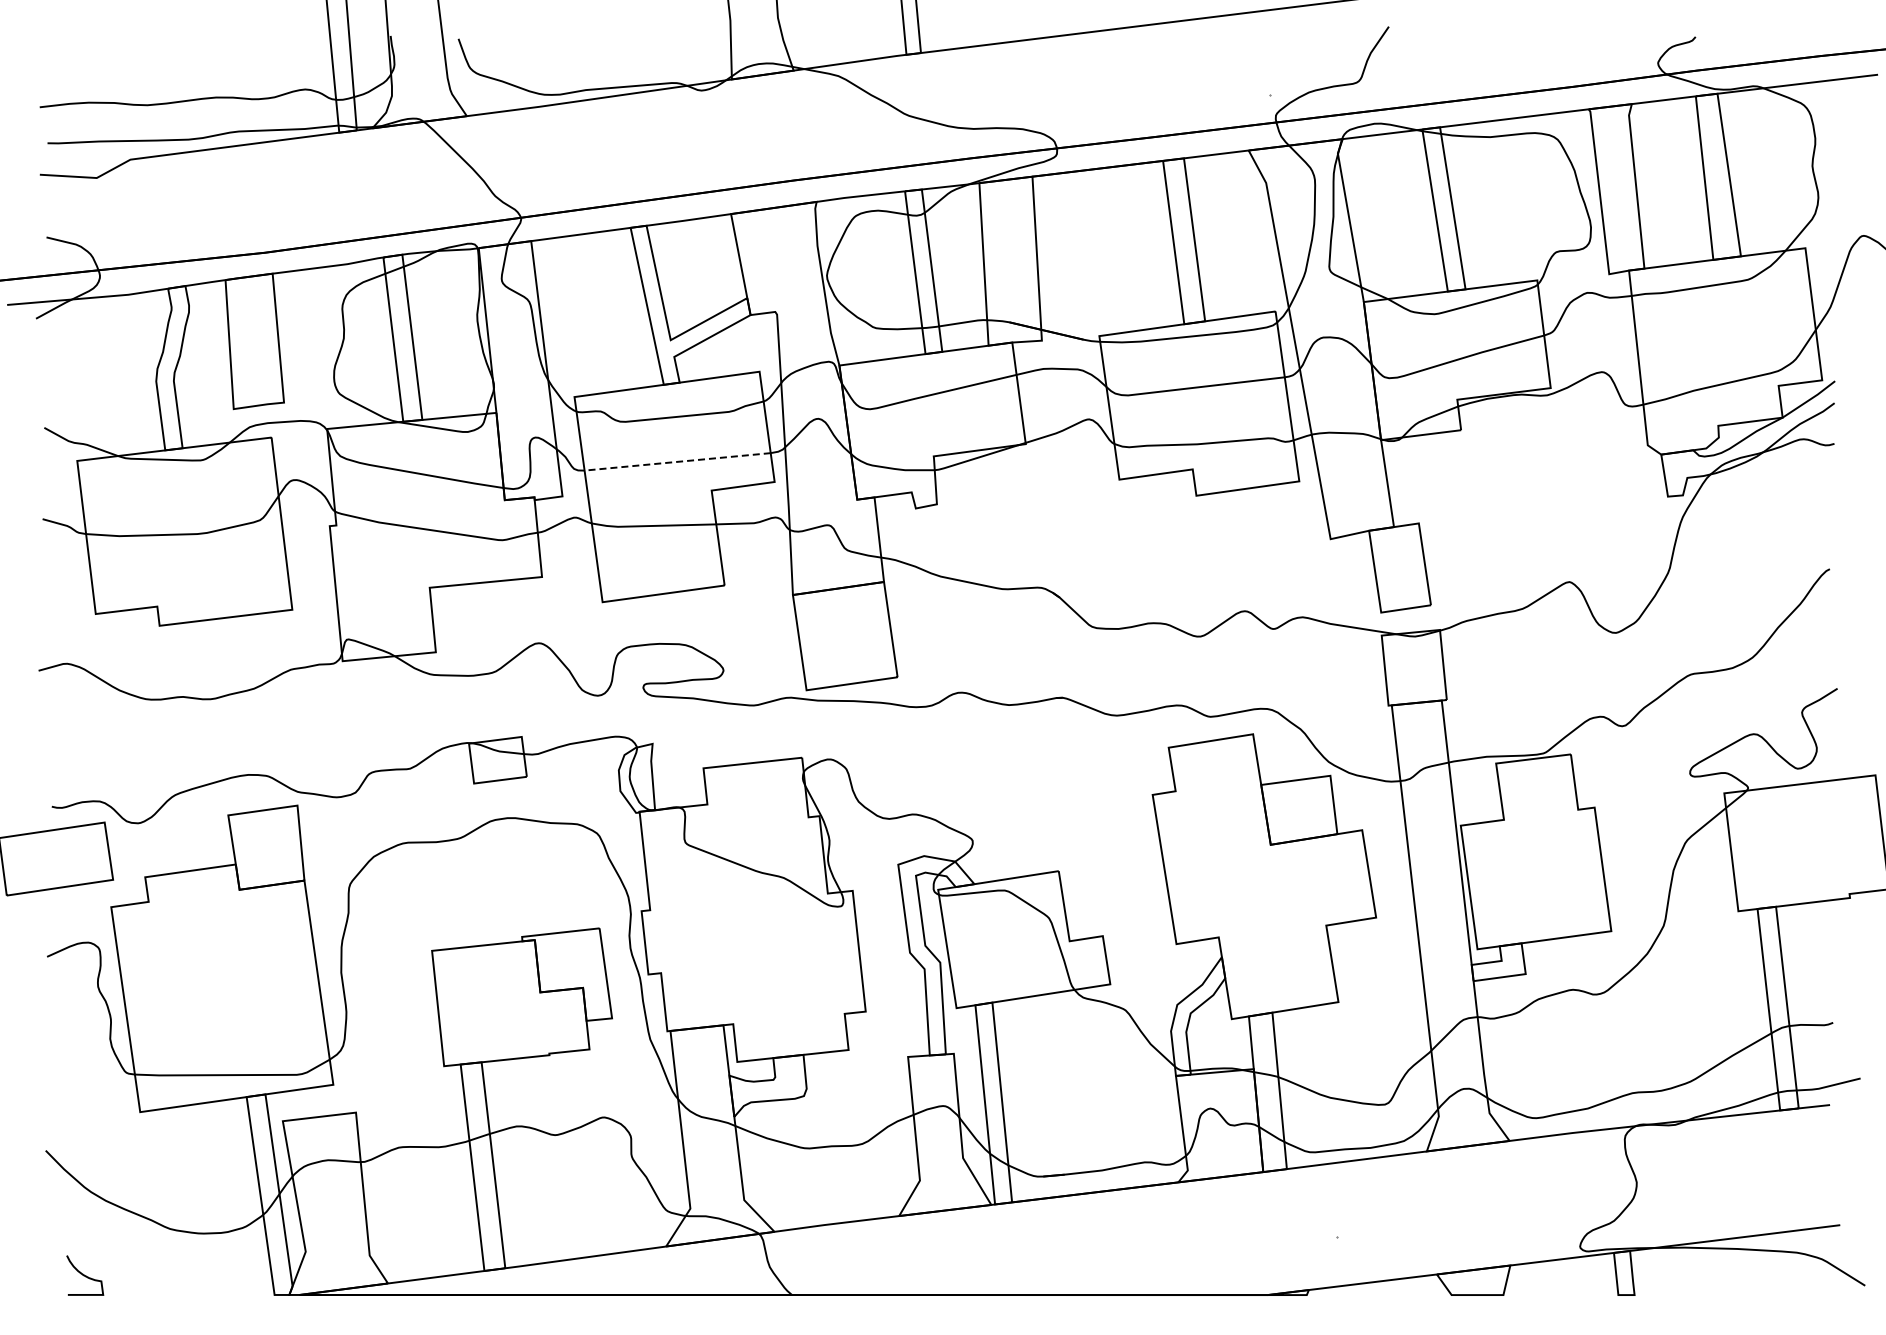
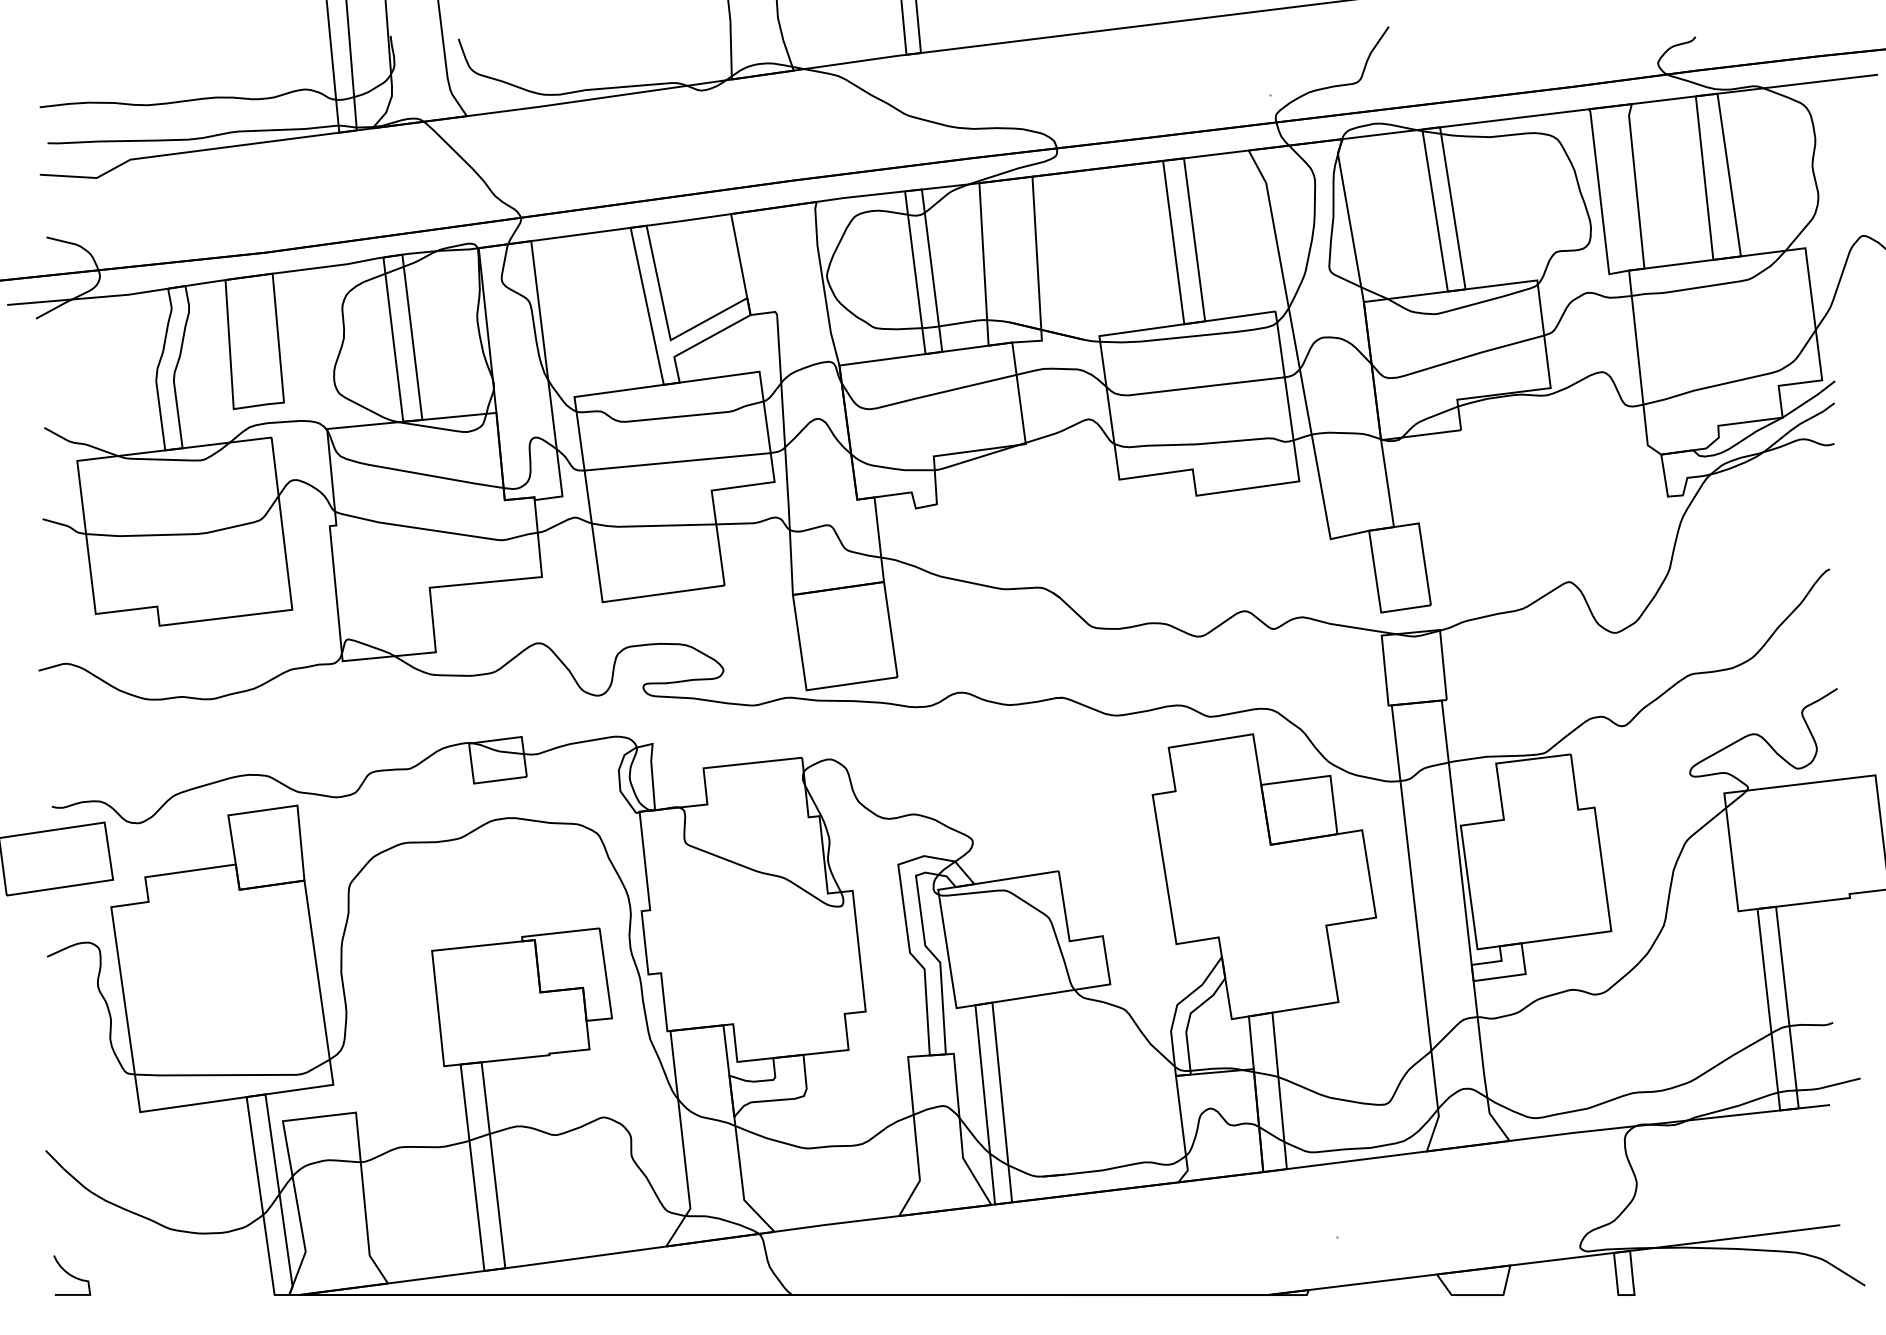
line at (677, 461): dashed -> solid
curve at (85, 1275) position: (85, 1275) -> (72, 1275)
